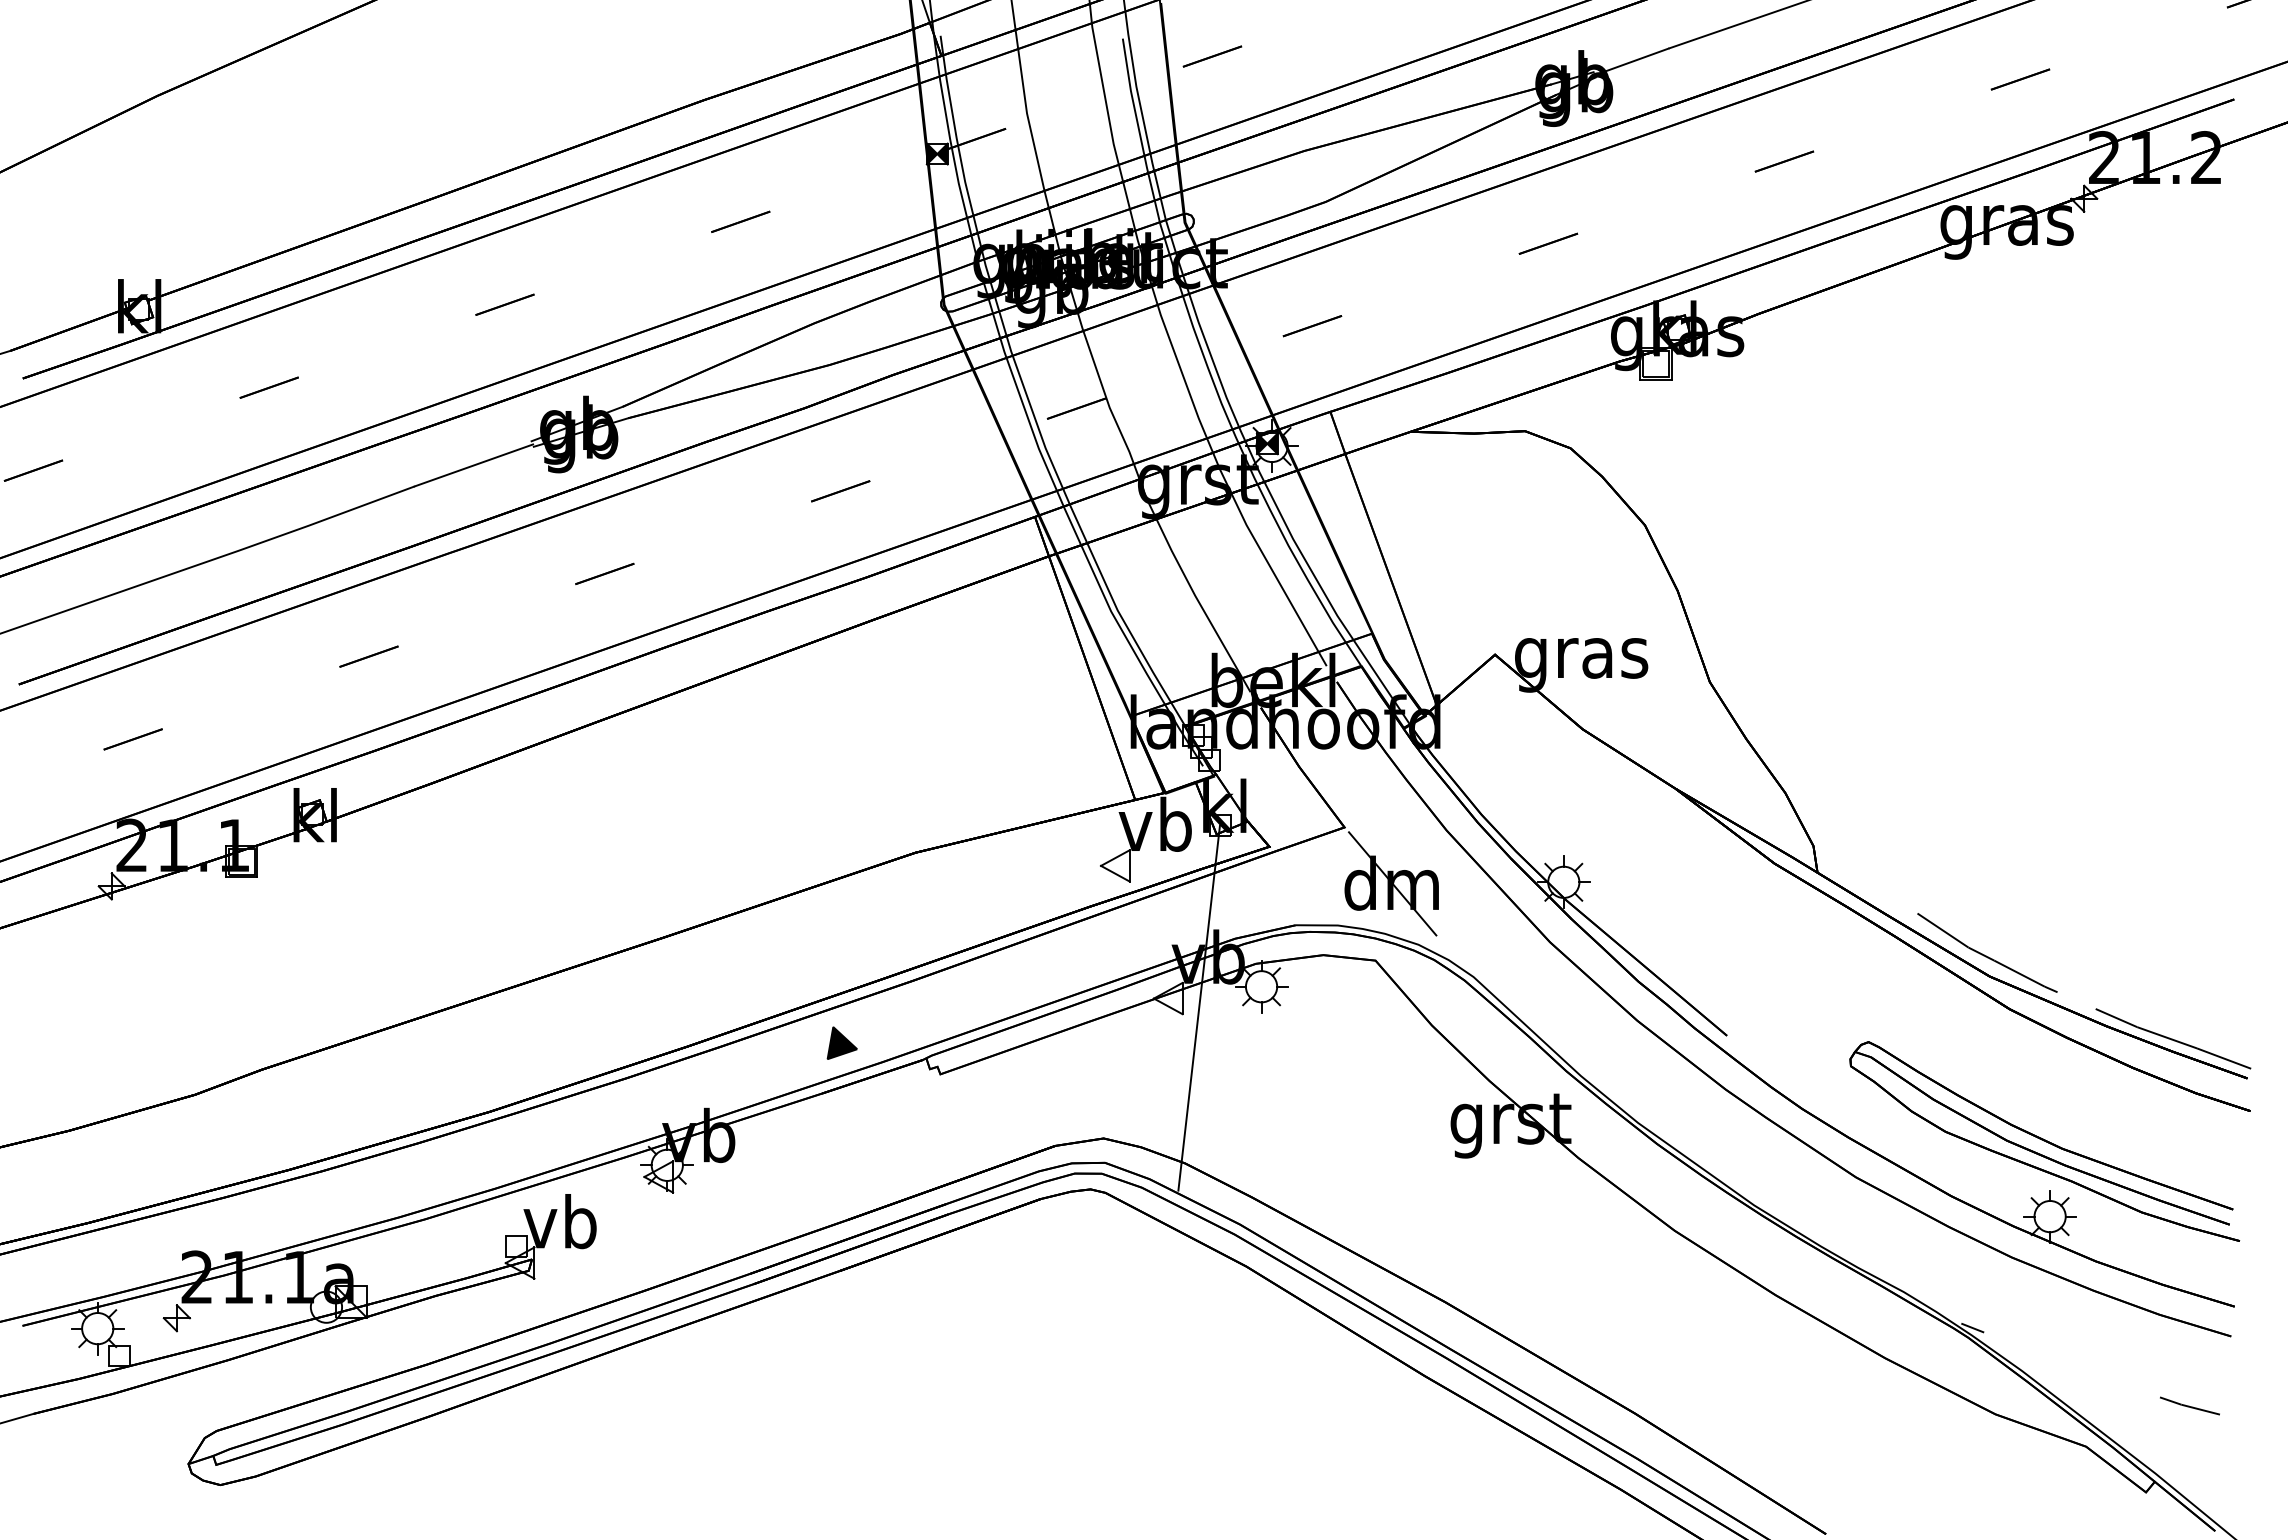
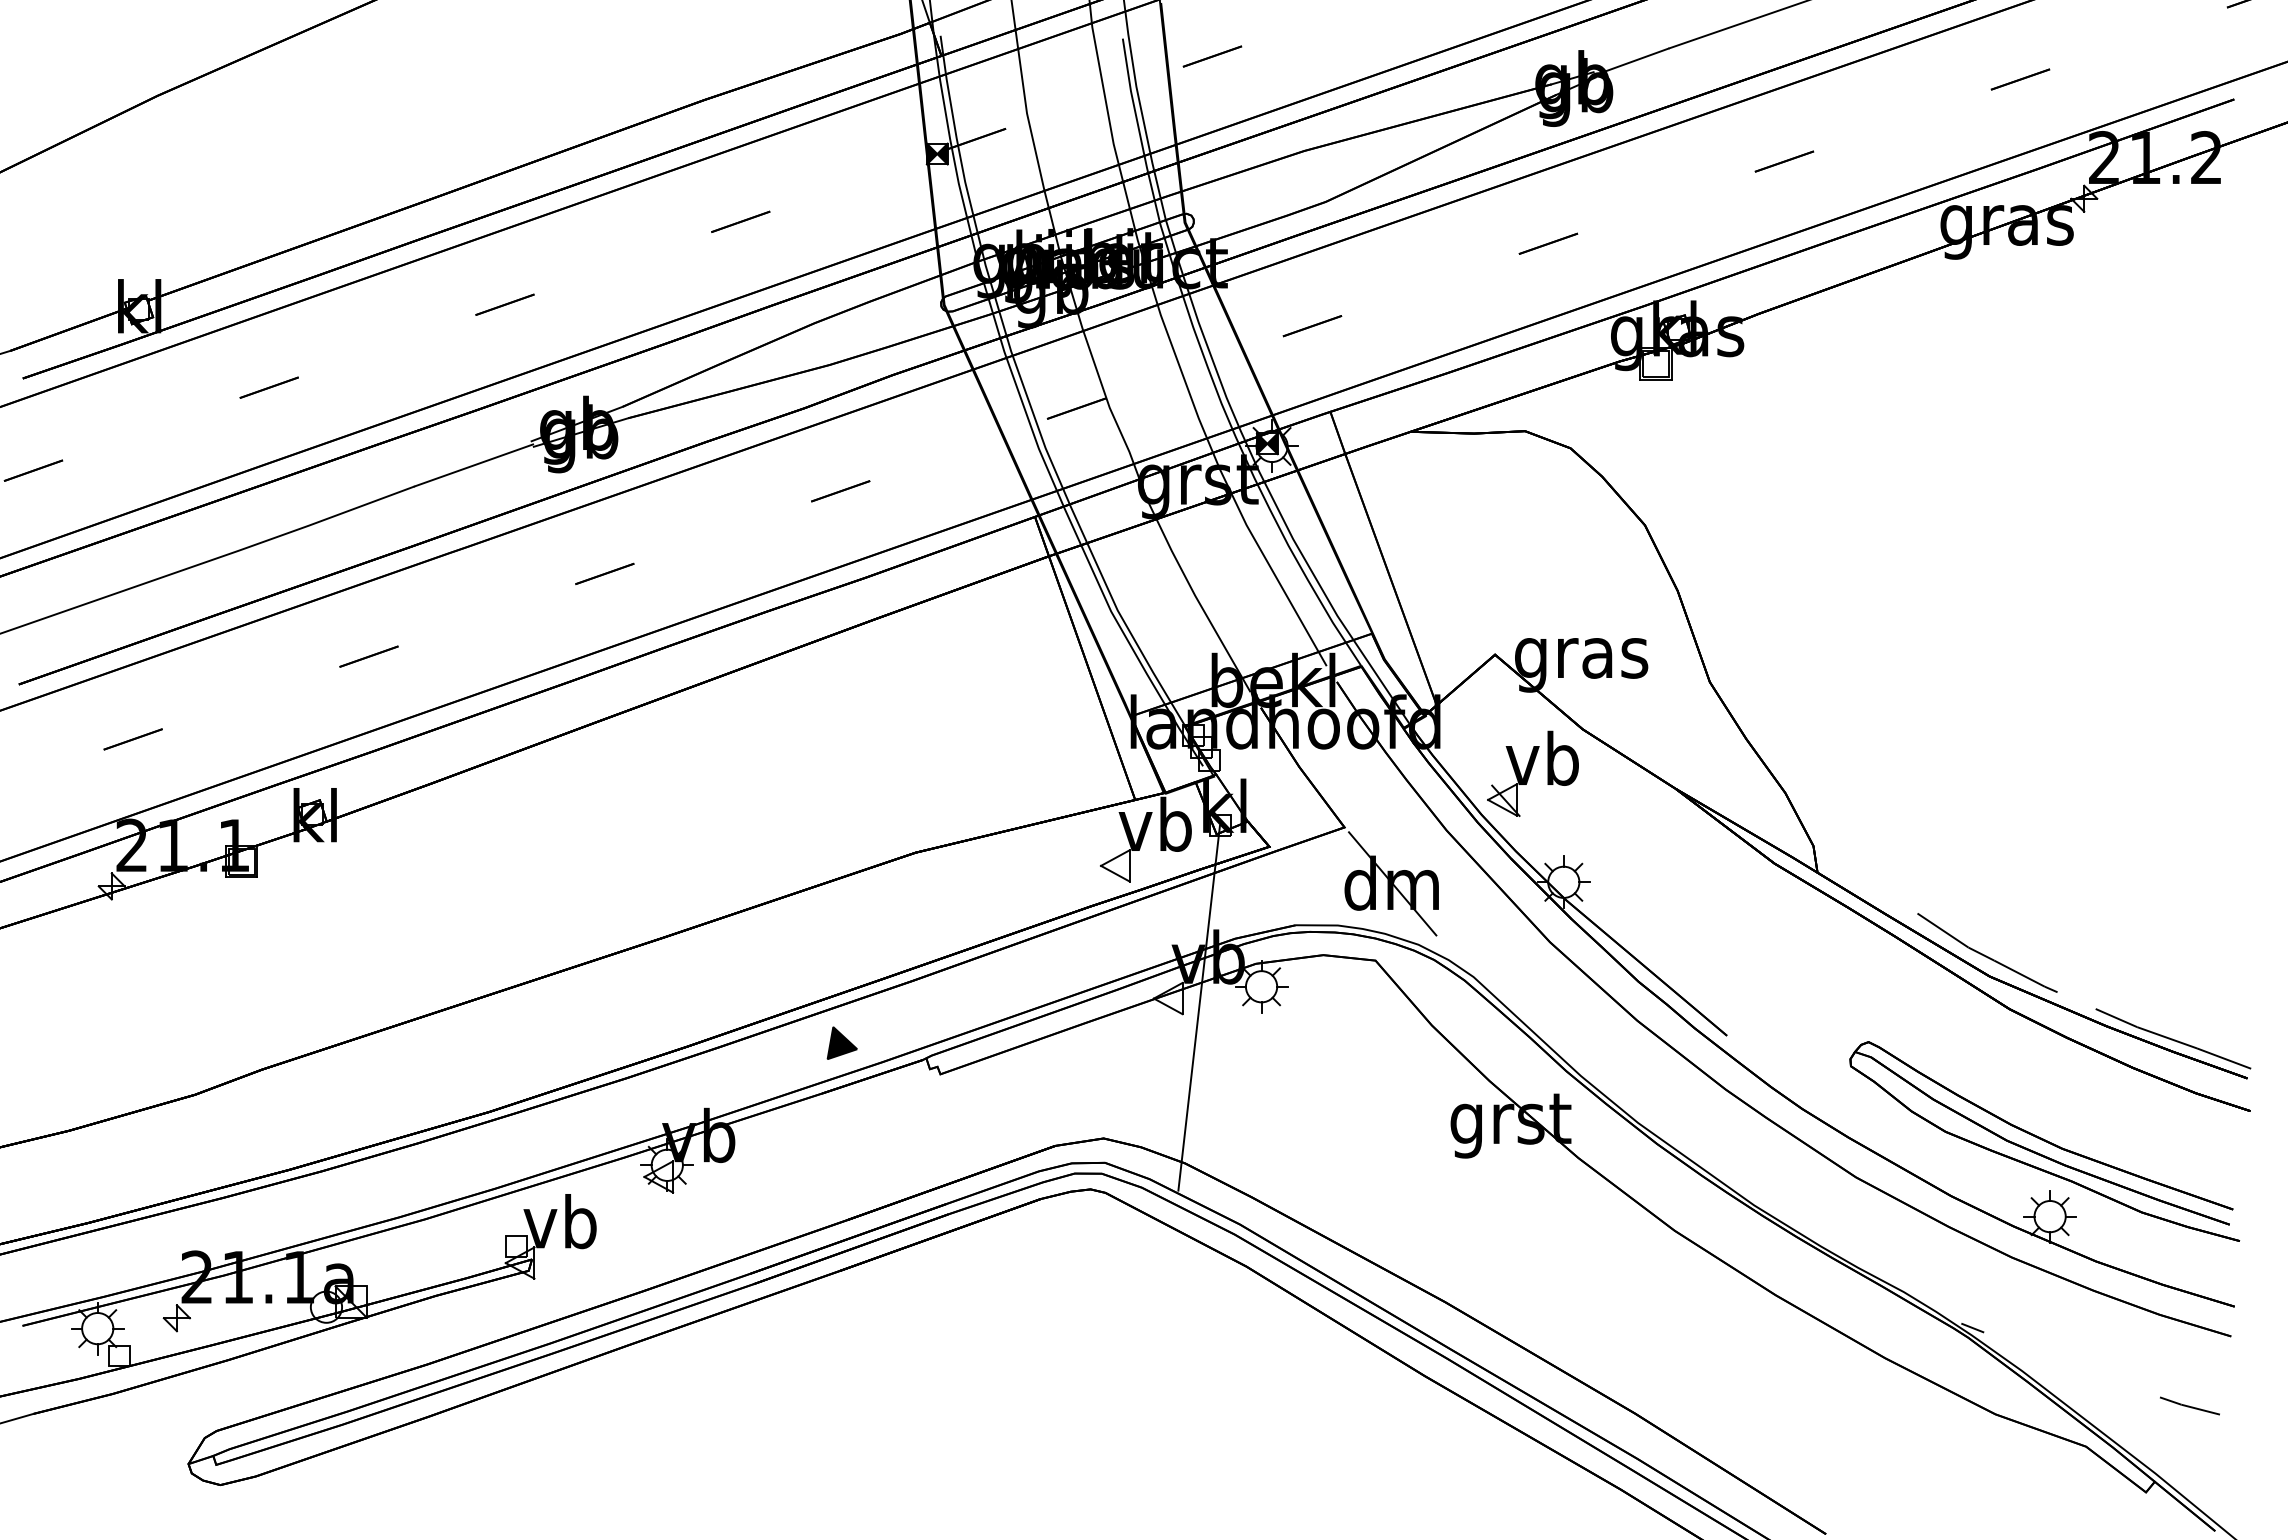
part at (1532, 773): none -> present
